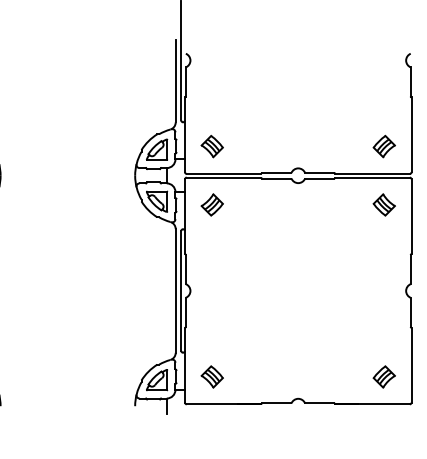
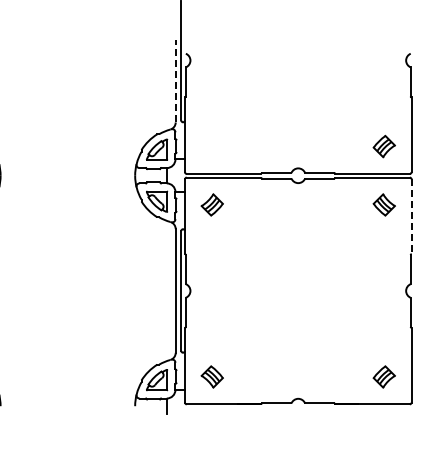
line at (175, 80): solid -> dashed
part at (211, 146): present -> none
line at (411, 217): solid -> dashed
